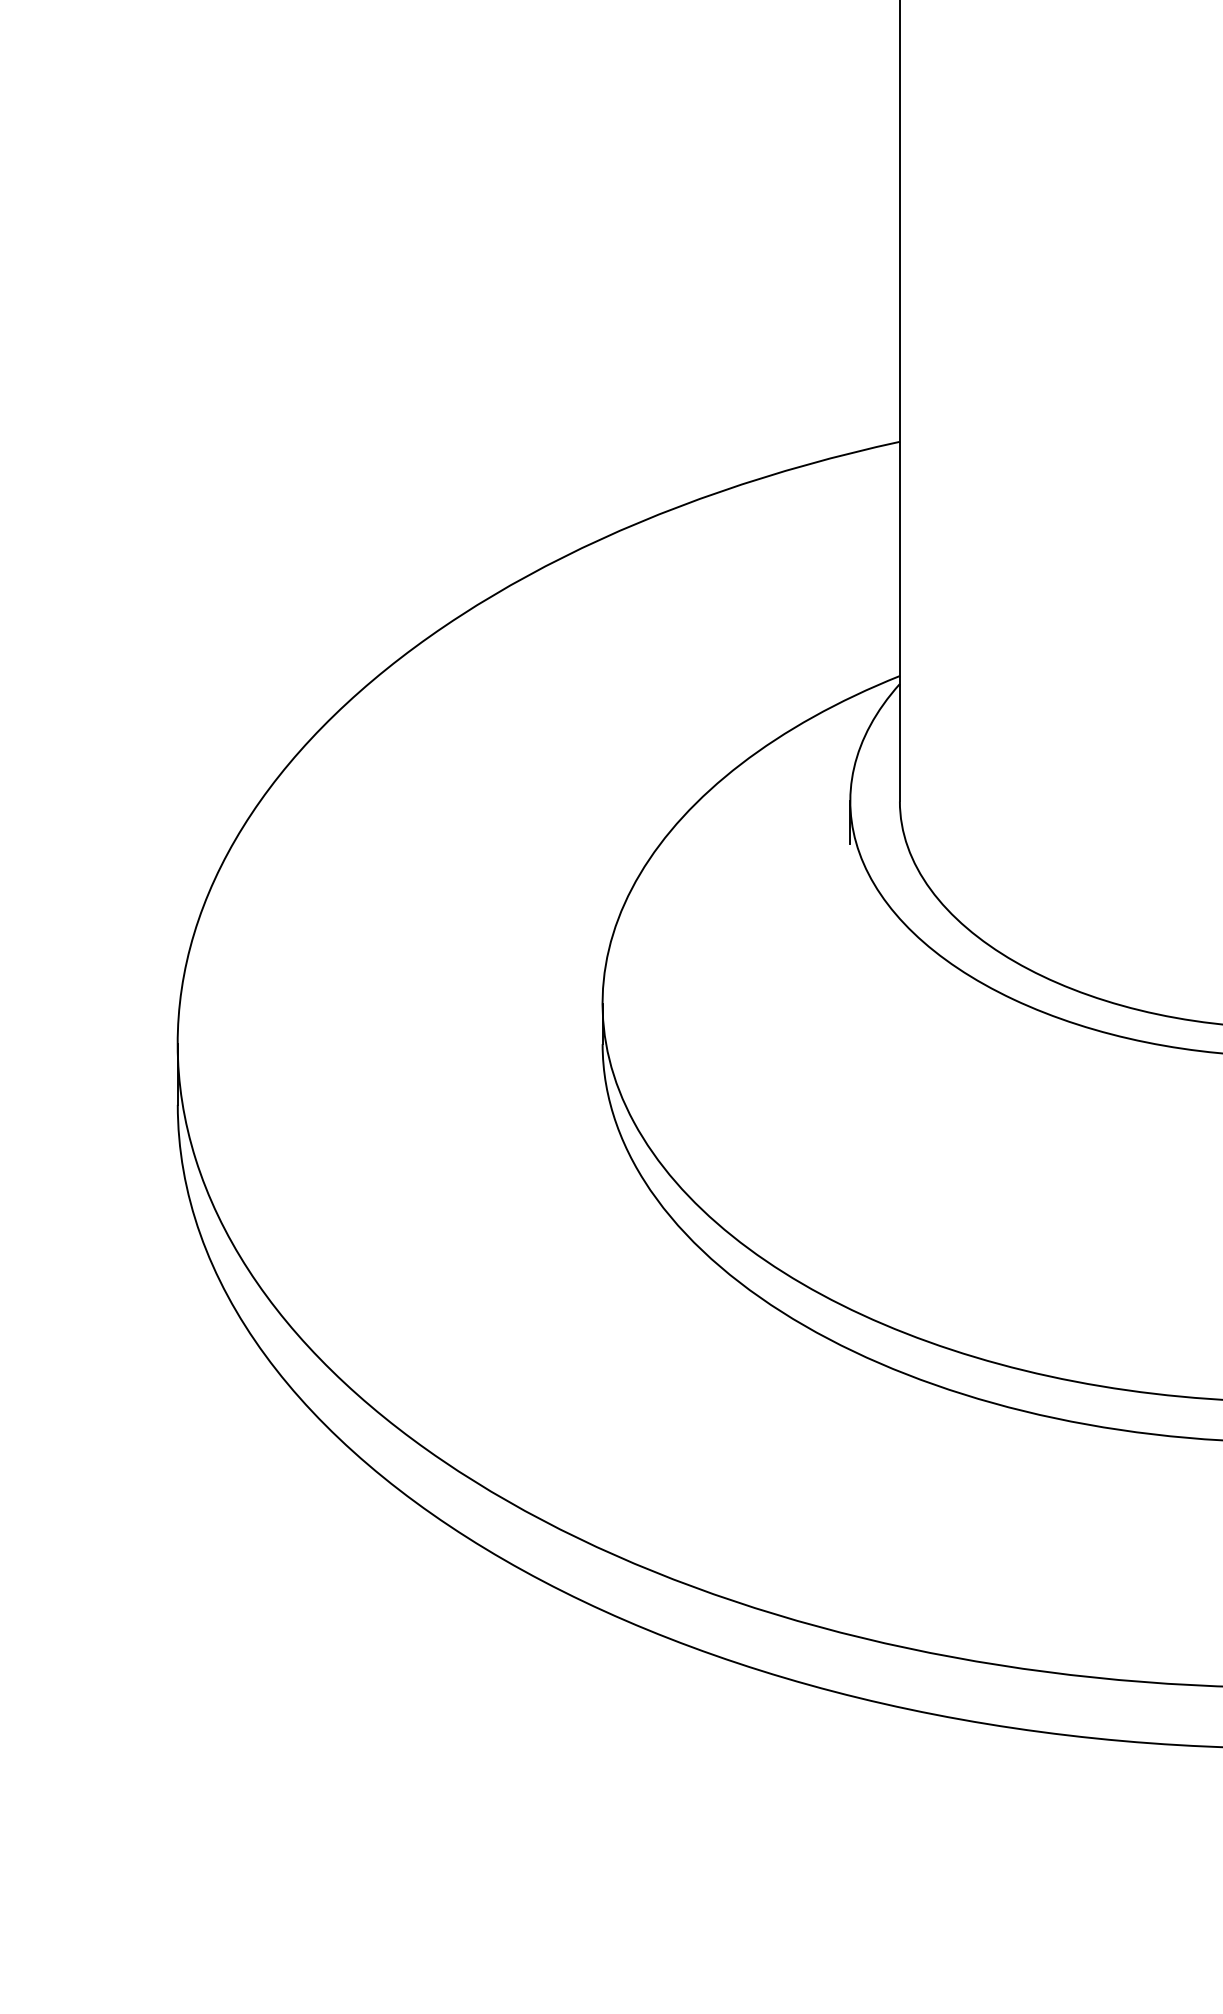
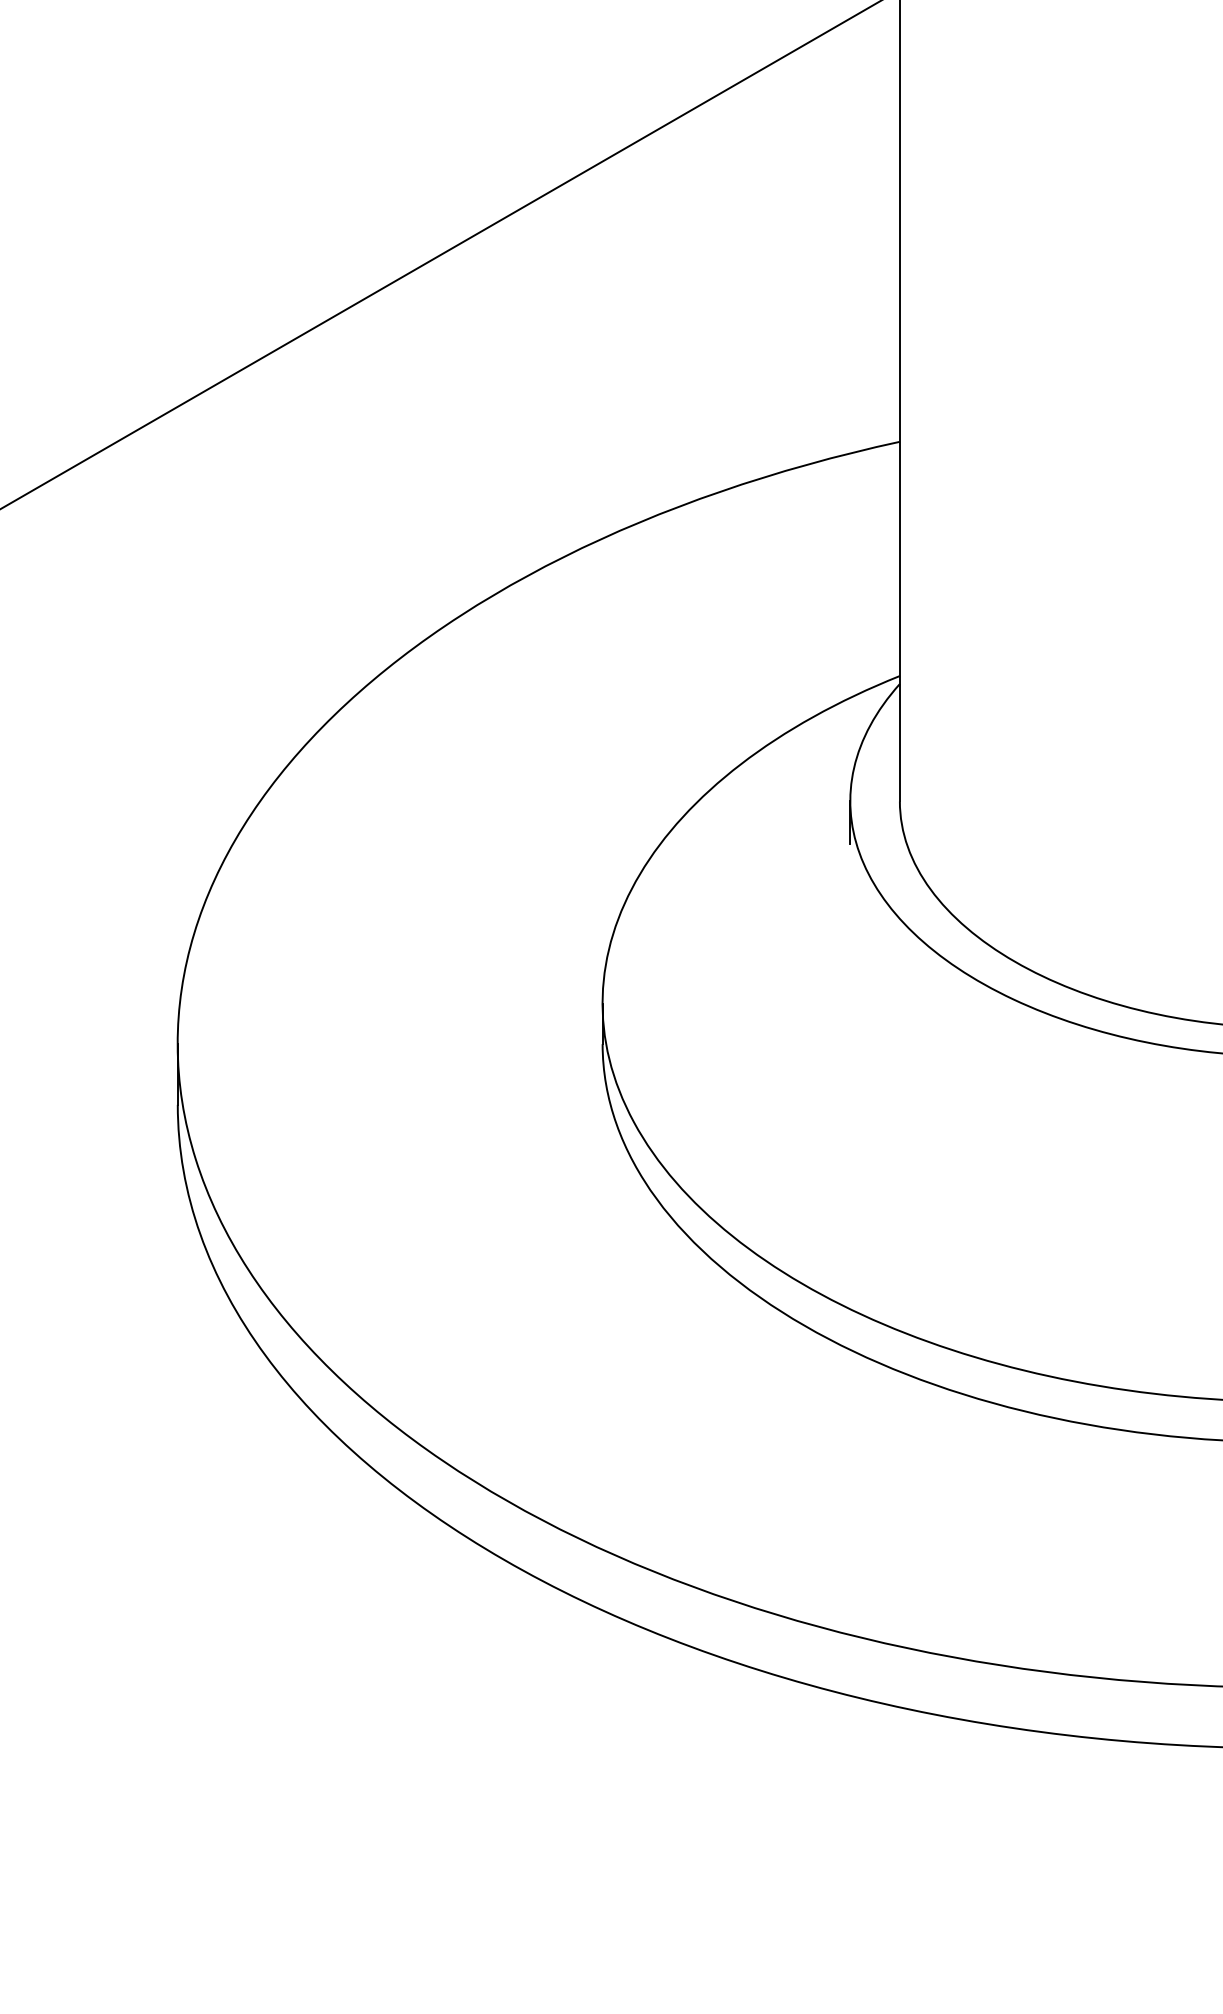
line at (440, 254): none -> present
